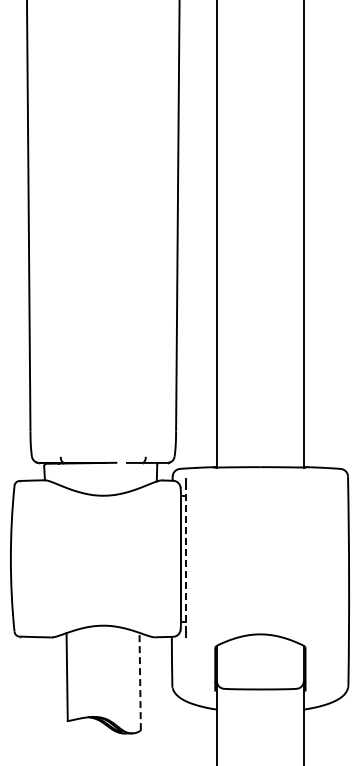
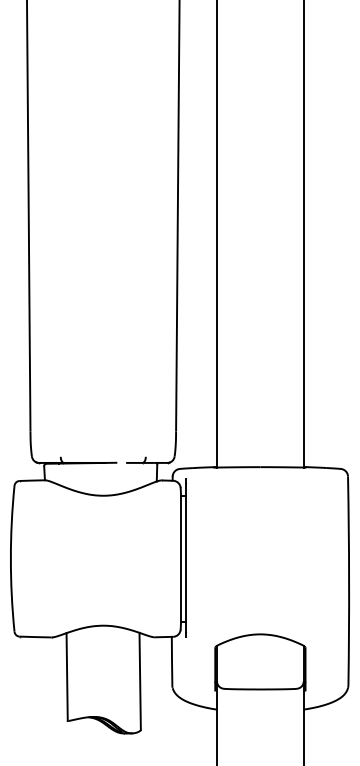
line at (186, 557): dashed -> solid
line at (140, 681): dashed -> solid
